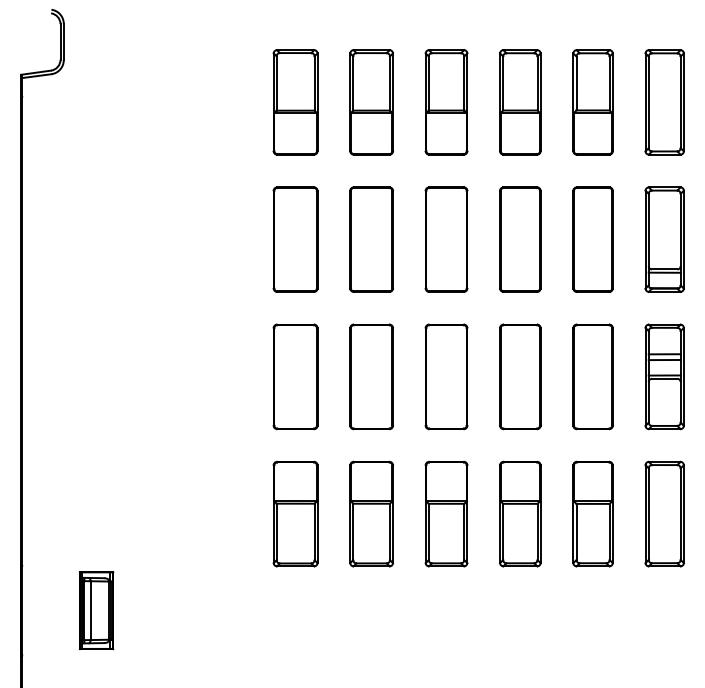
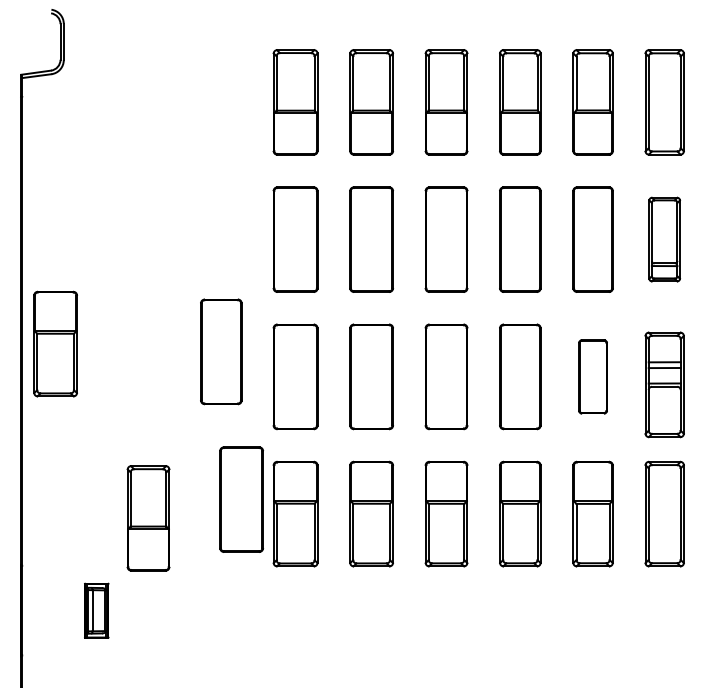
part at (664, 239) size: 41x107 px -> 34x87 px
part at (55, 343): none -> present
part at (221, 351): none -> present
part at (592, 376) size: 42x108 px -> 30x76 px
part at (664, 376) position: (664, 376) -> (664, 384)
part at (241, 499): none -> present
part at (148, 518): none -> present
part at (96, 610) size: 36x80 px -> 26x57 px
